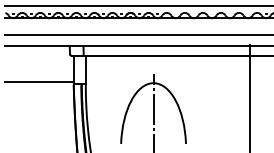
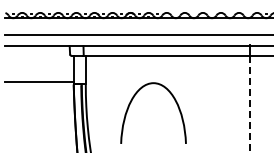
line at (137, 5): present -> none
line at (249, 104): solid -> dashed
line at (153, 111): present -> none
